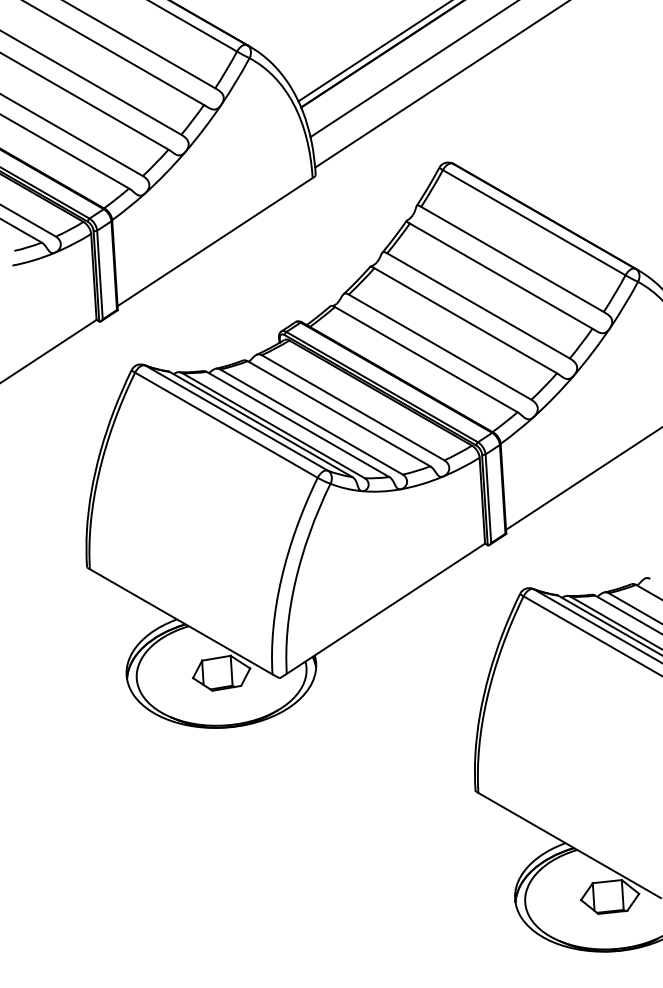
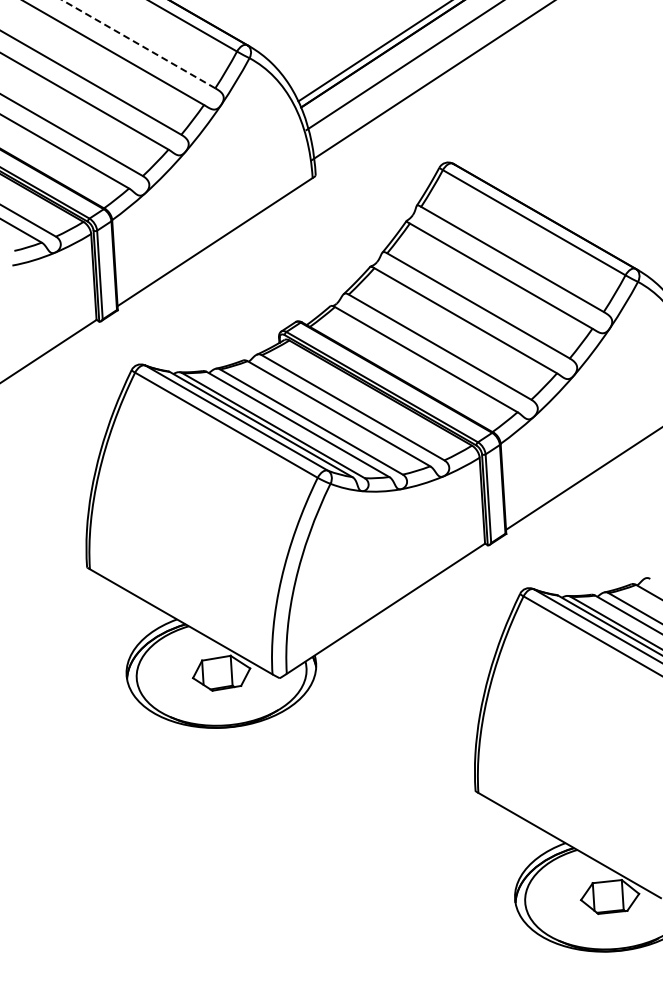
line at (138, 43): solid -> dashed
line at (412, 69) position: (412, 69) -> (403, 66)
line at (440, 84) position: (440, 84) -> (431, 81)
